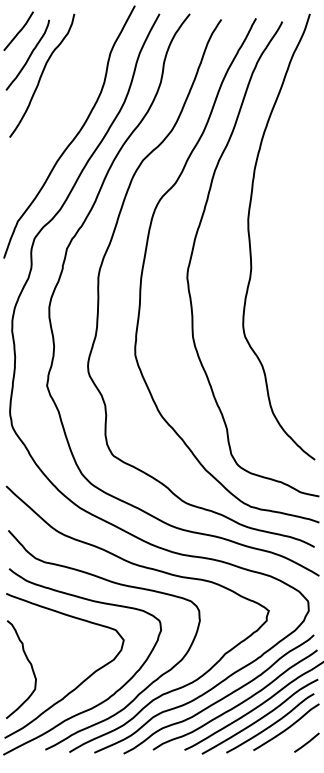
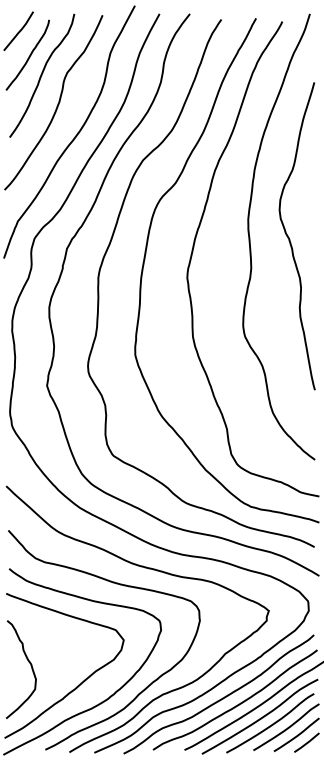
curve at (57, 103): none -> present
curve at (290, 239): none -> present
curve at (297, 734): none -> present
